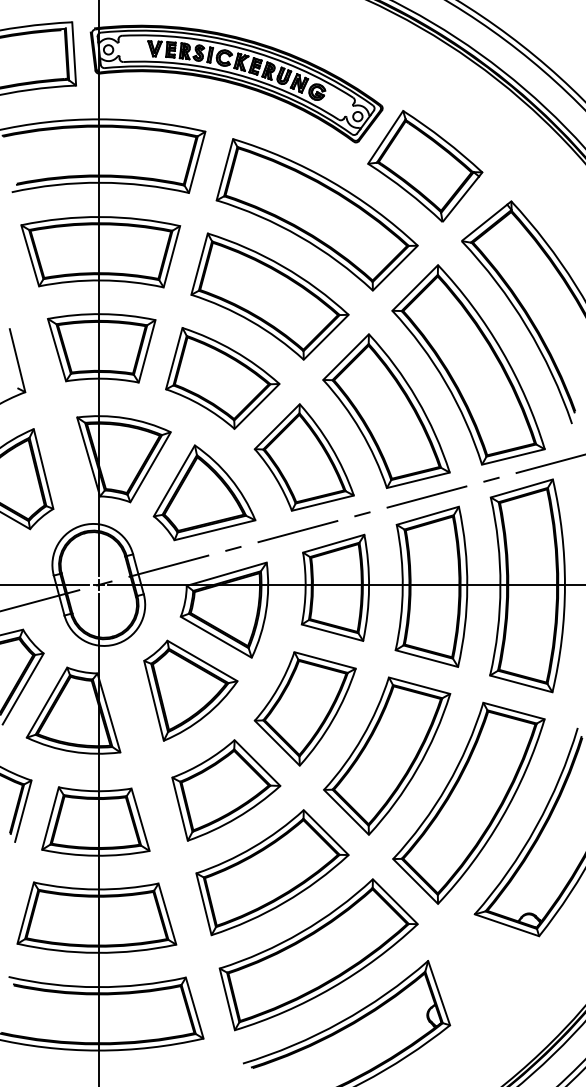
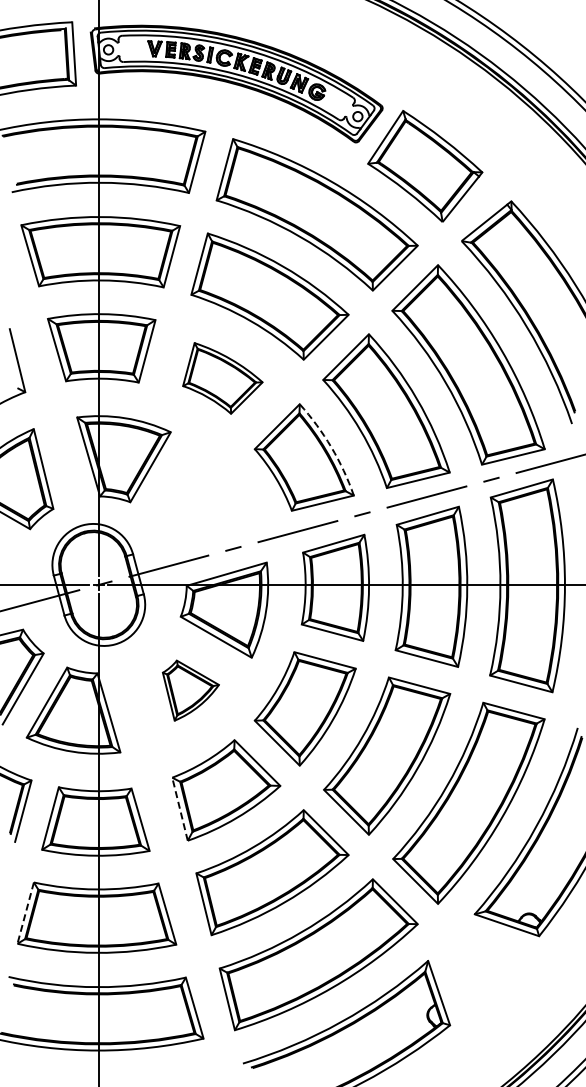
part at (222, 378) size: 116x103 px -> 82x73 px
arc at (331, 447): solid -> dashed
part at (204, 492): present -> none
part at (190, 690) size: 96x103 px -> 58x63 px
line at (179, 808): solid -> dashed
line at (25, 913): solid -> dashed
